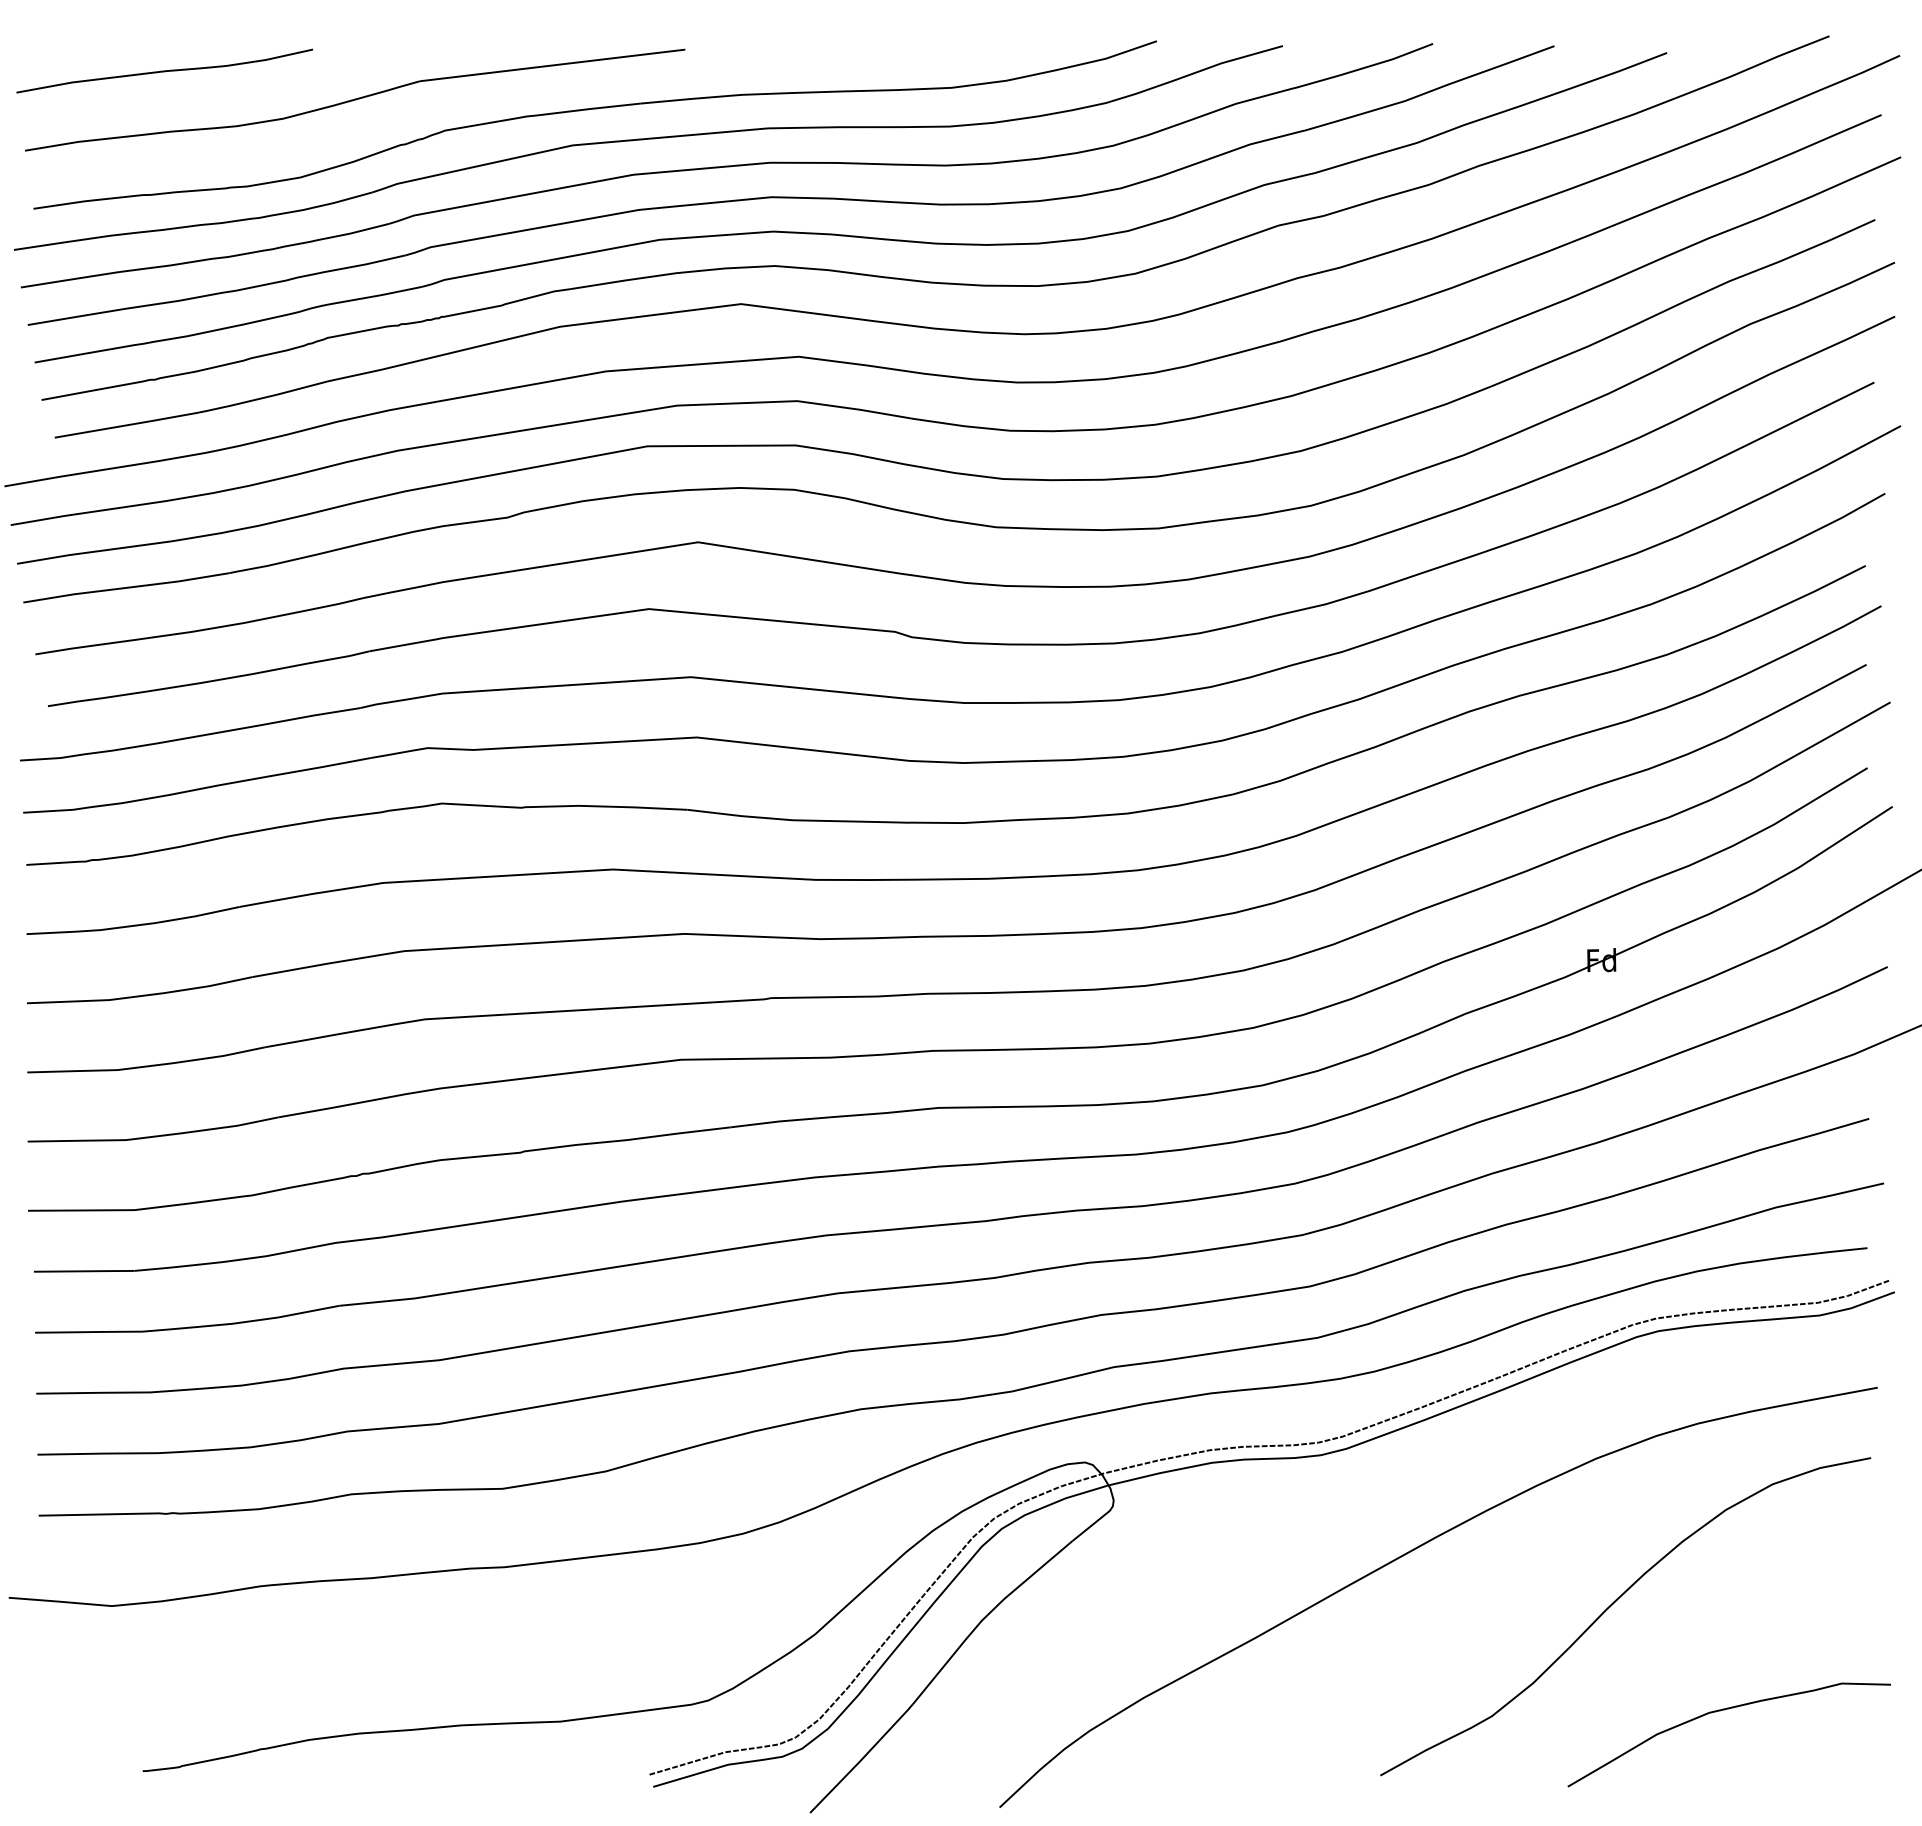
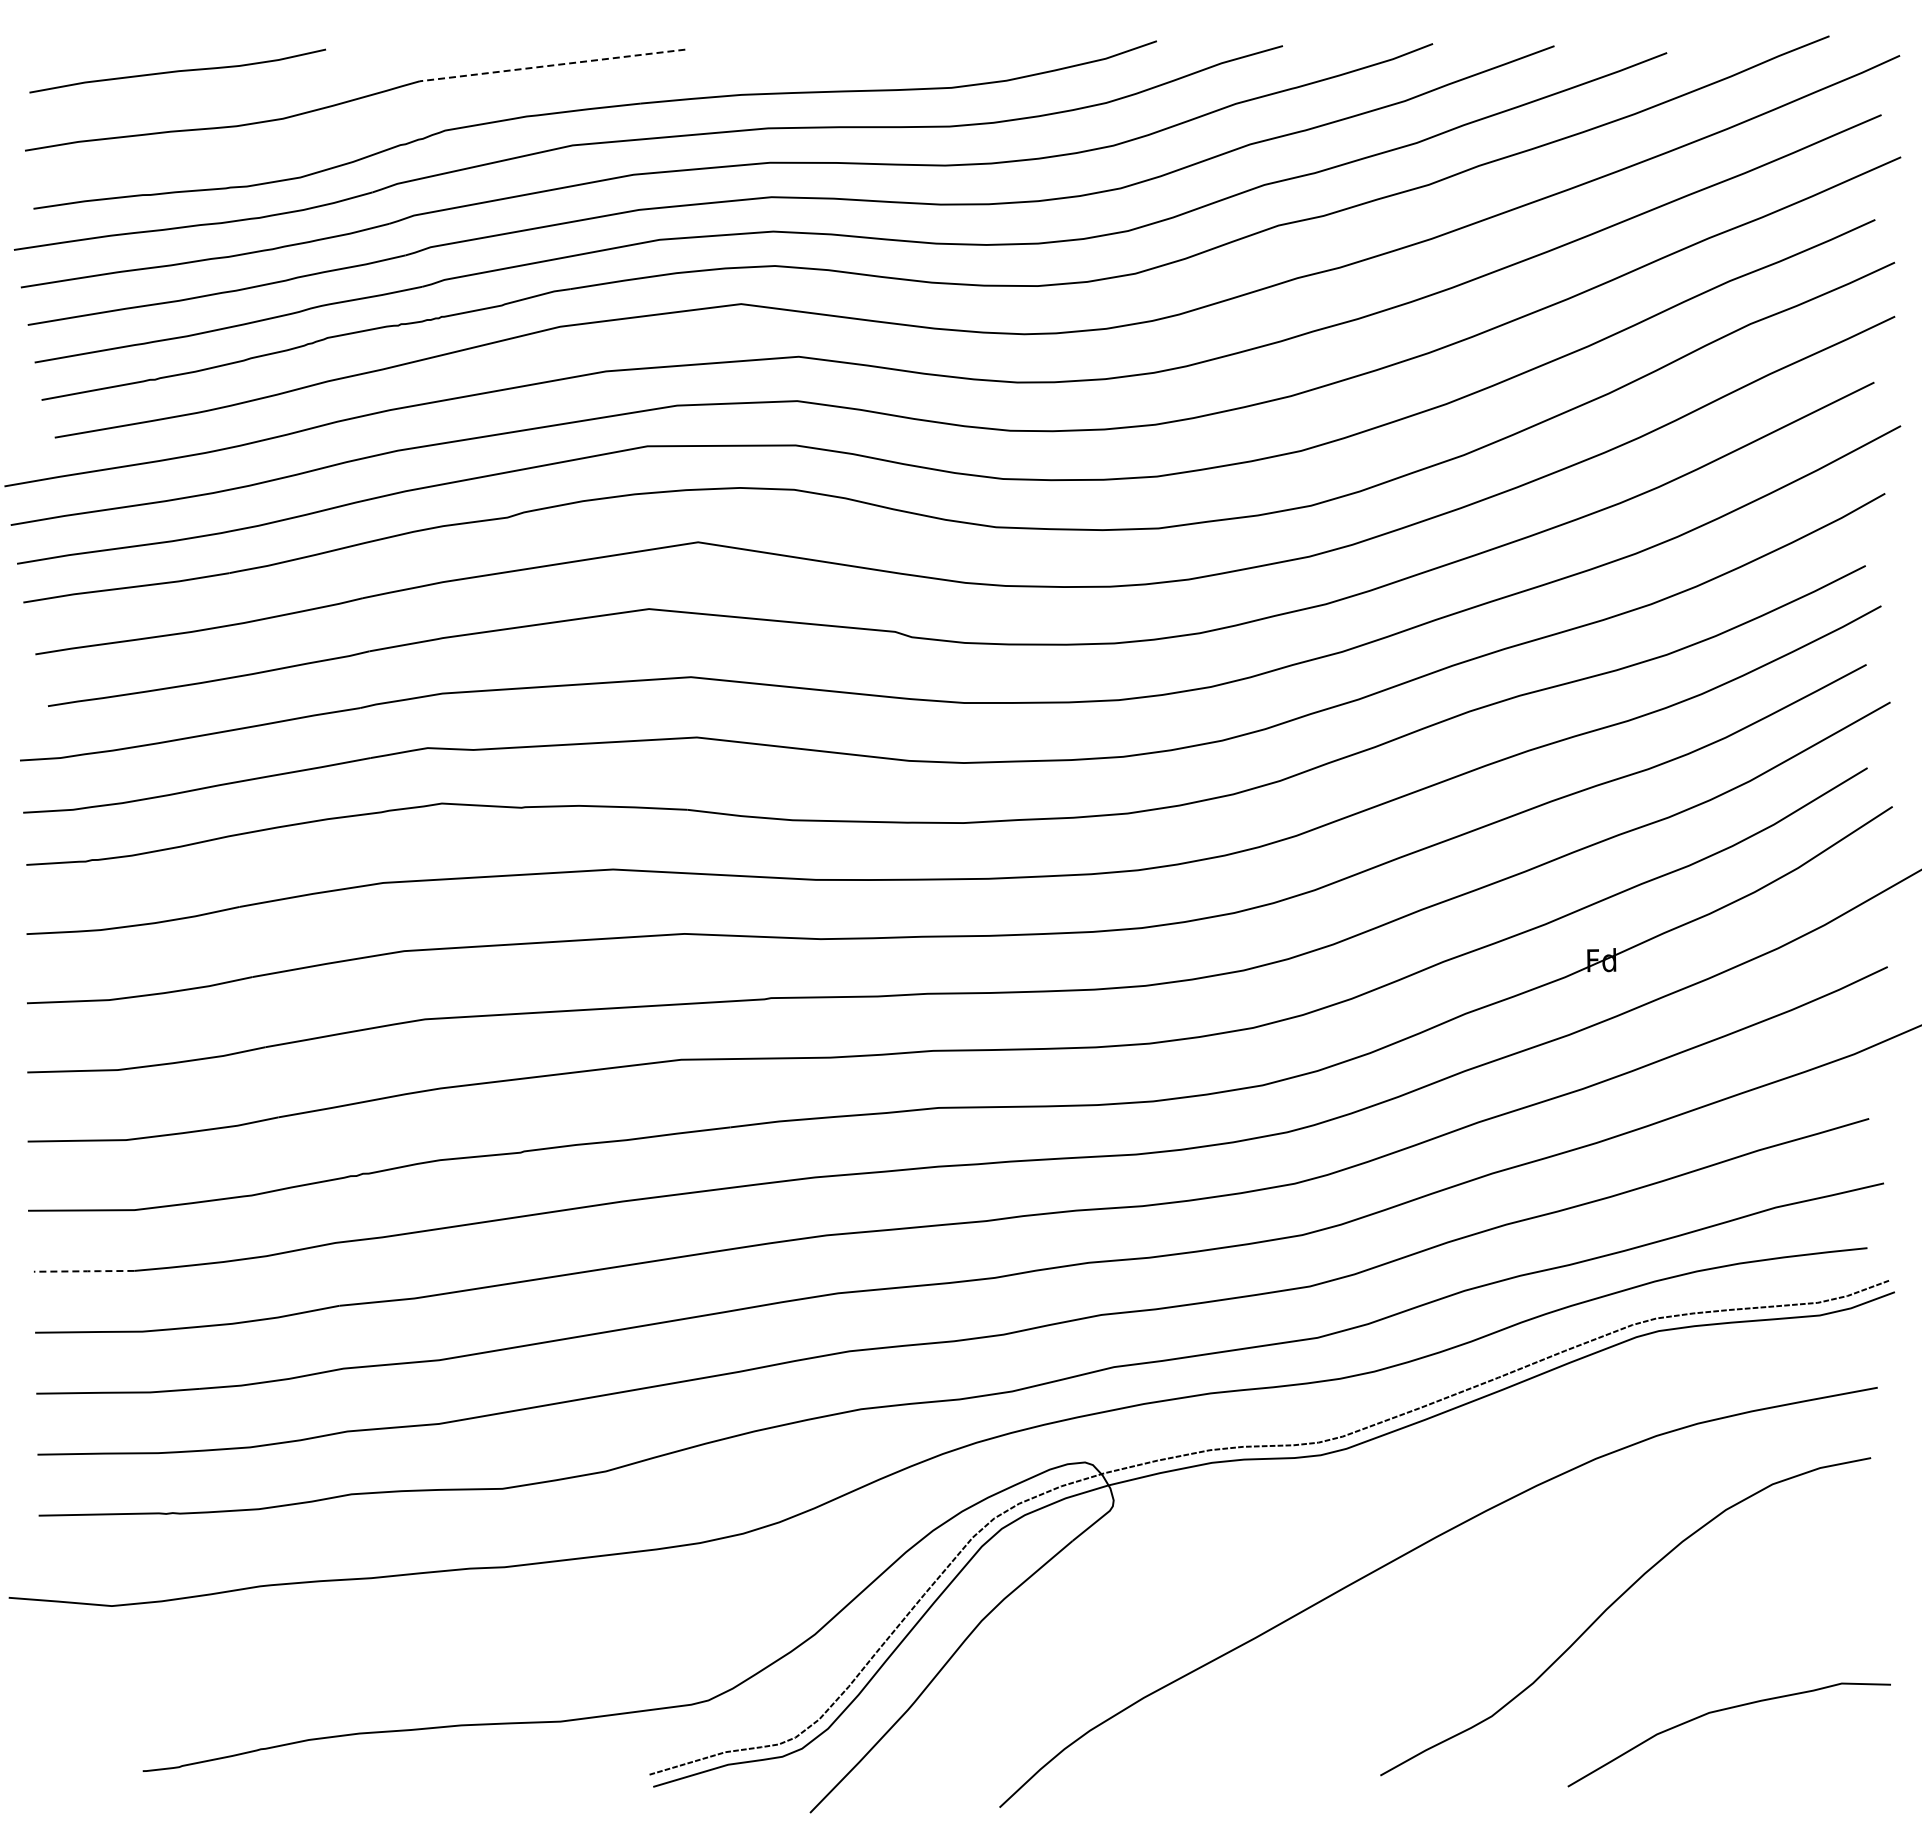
line at (552, 65): solid -> dashed
curve at (164, 70) position: (164, 70) -> (177, 70)
line at (85, 1271): solid -> dashed
